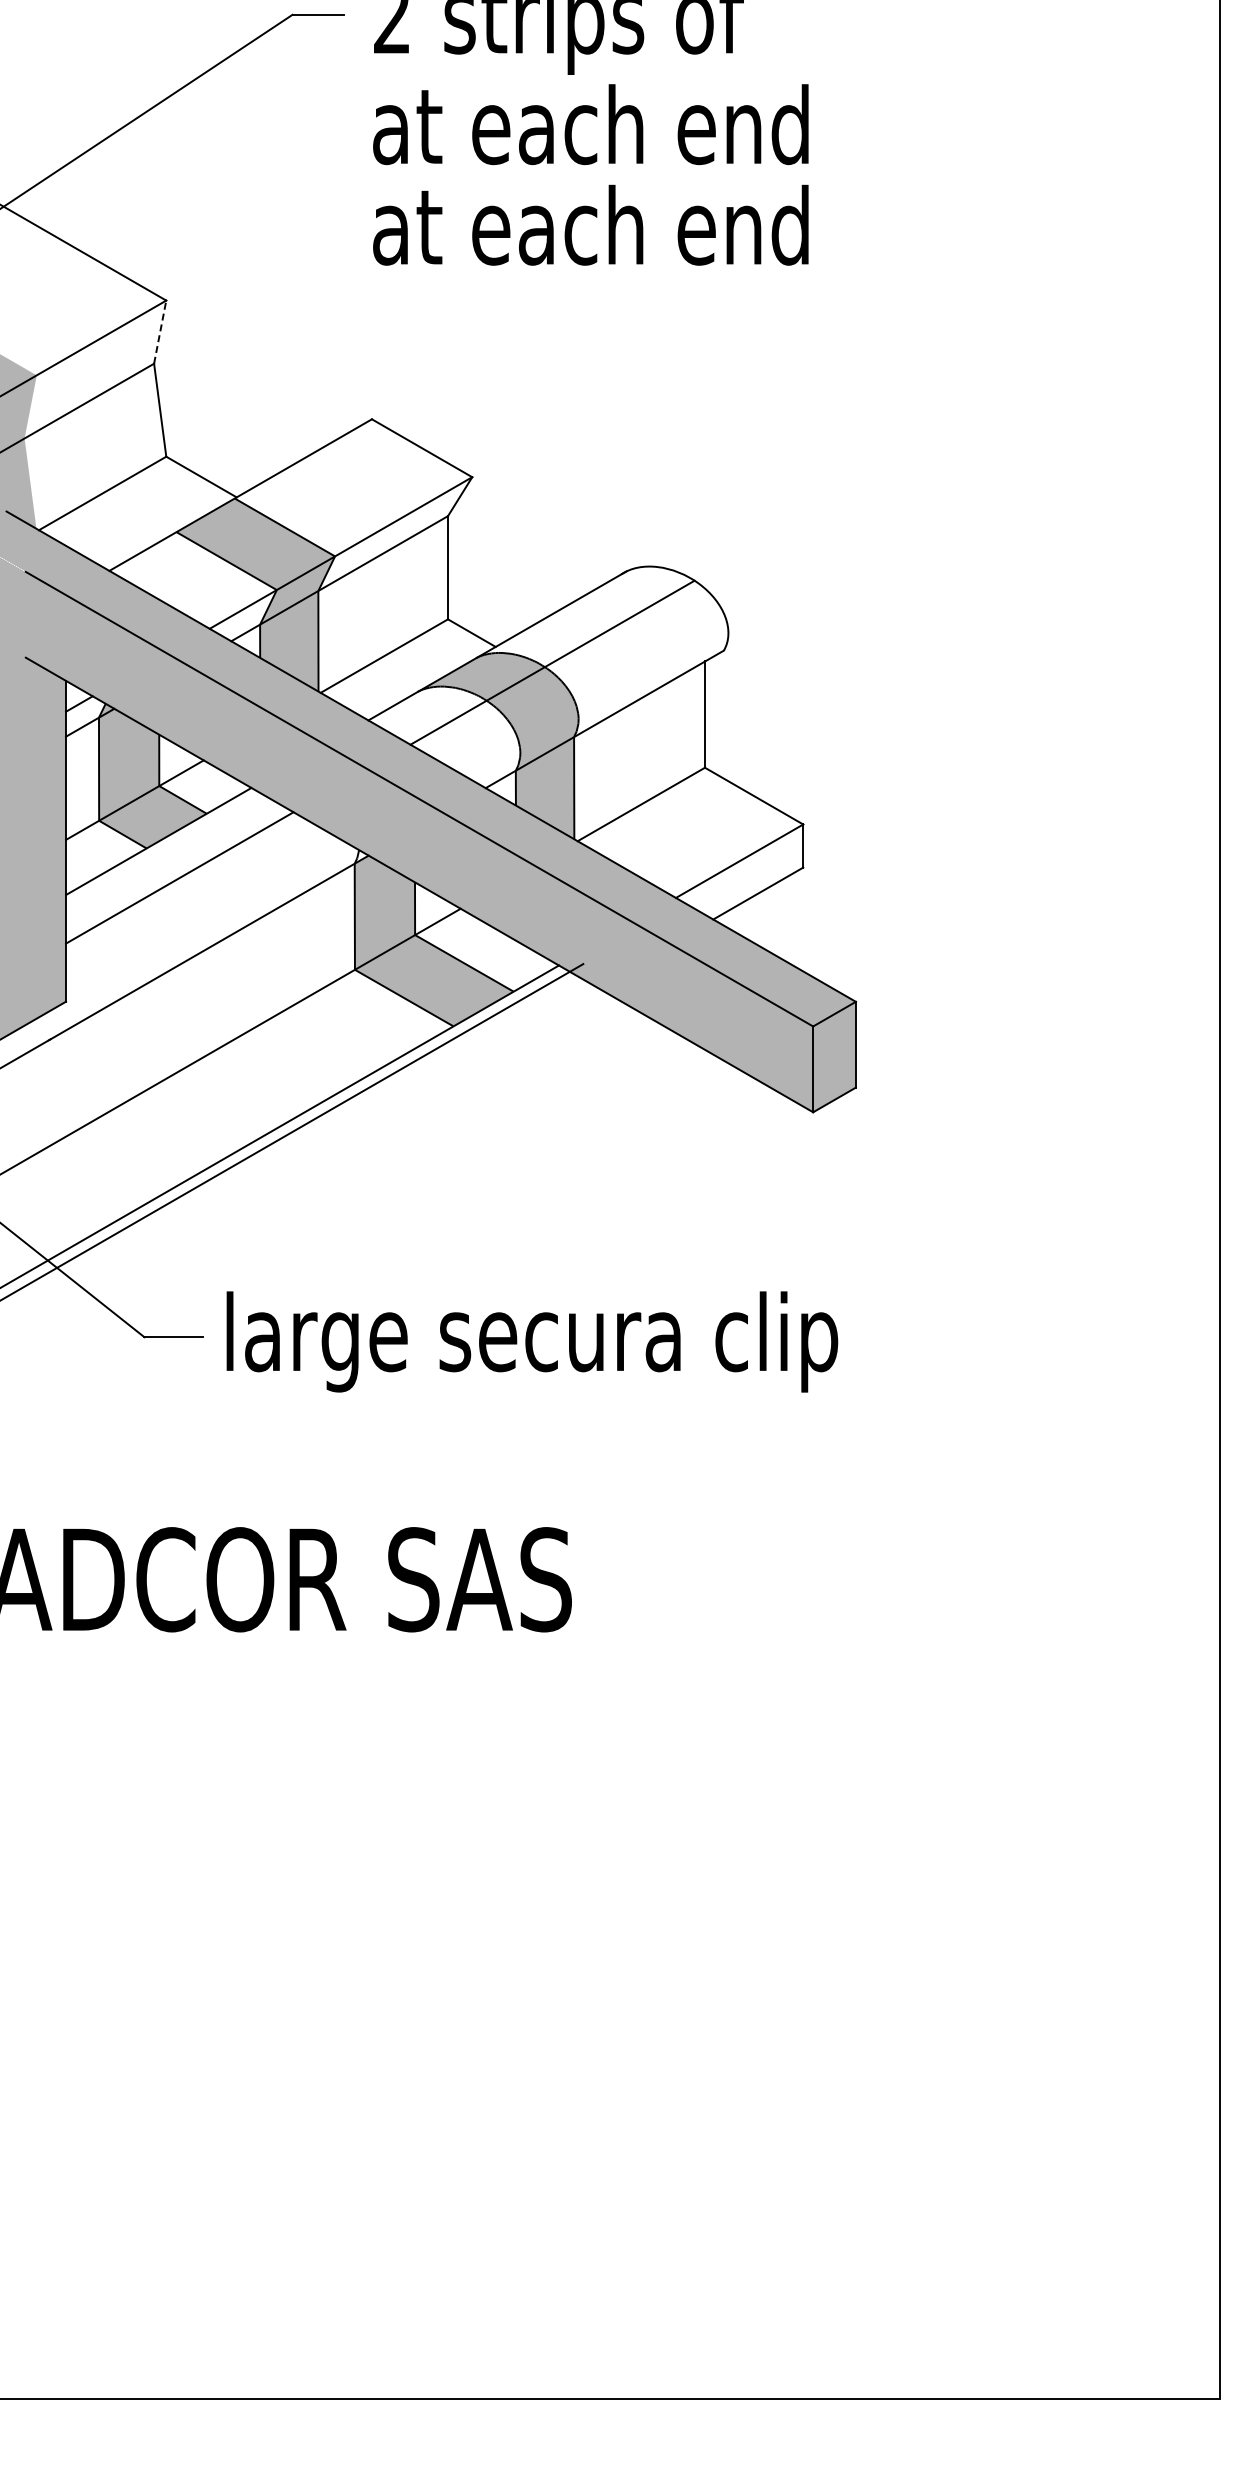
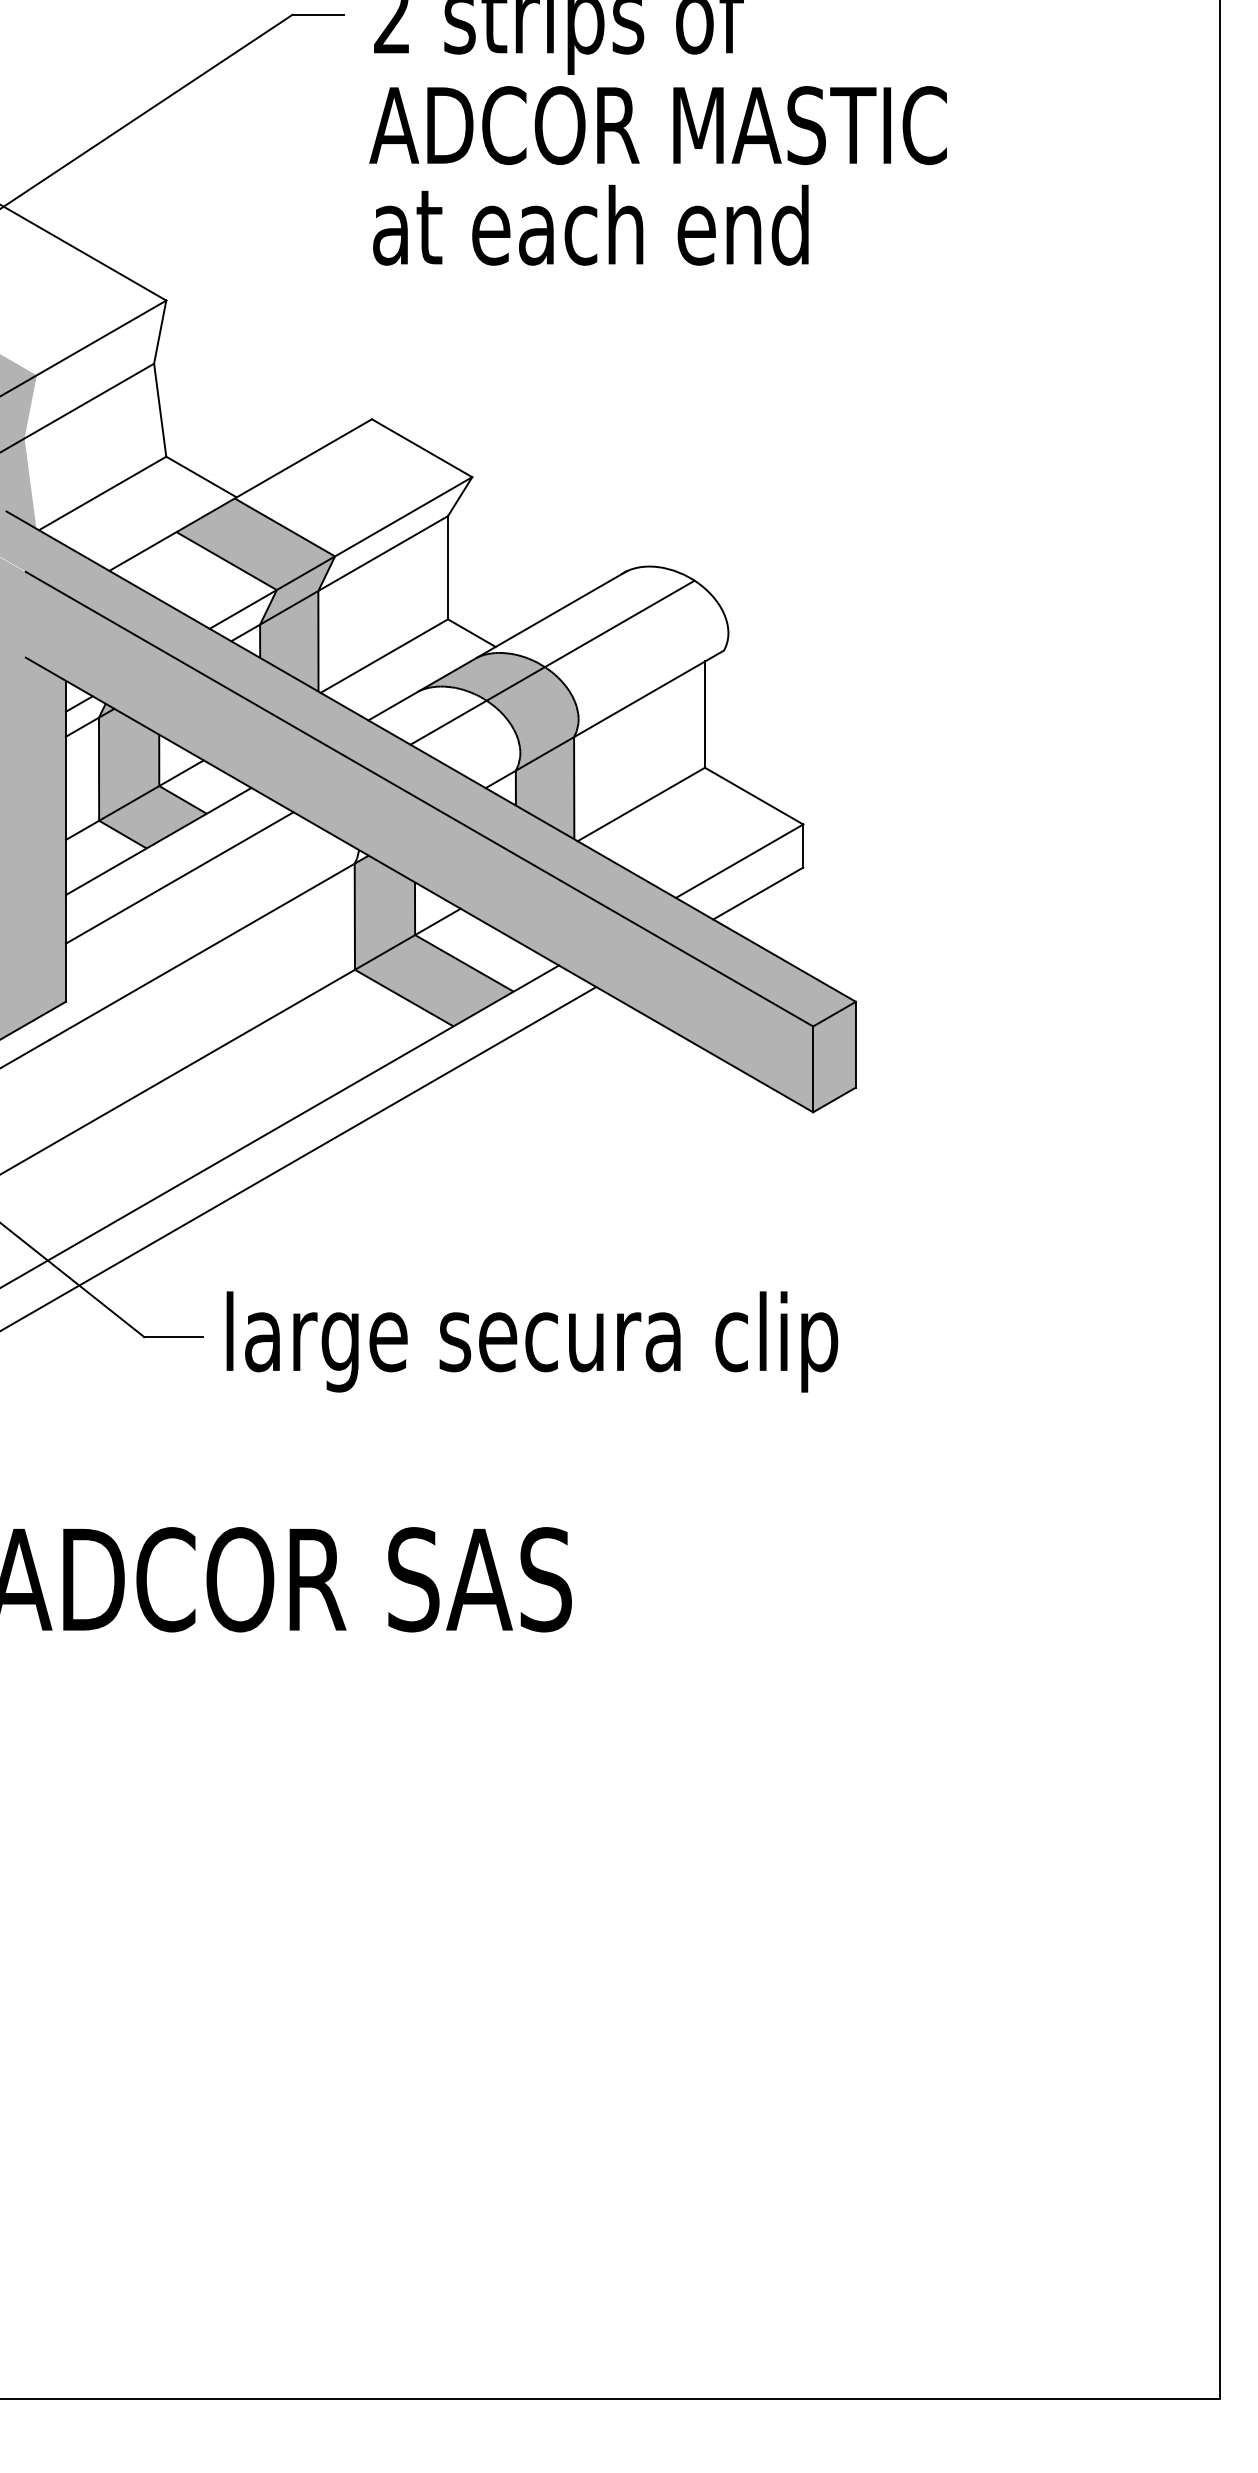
text at (657, 124): at each end -> ADCOR MASTIC
line at (160, 331): dashed -> solid
line at (292, 1131) position: (292, 1131) -> (299, 1158)
